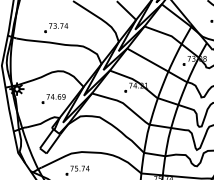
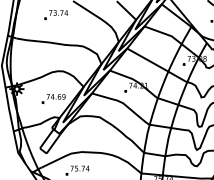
part at (56, 28) position: (56, 28) -> (56, 15)
